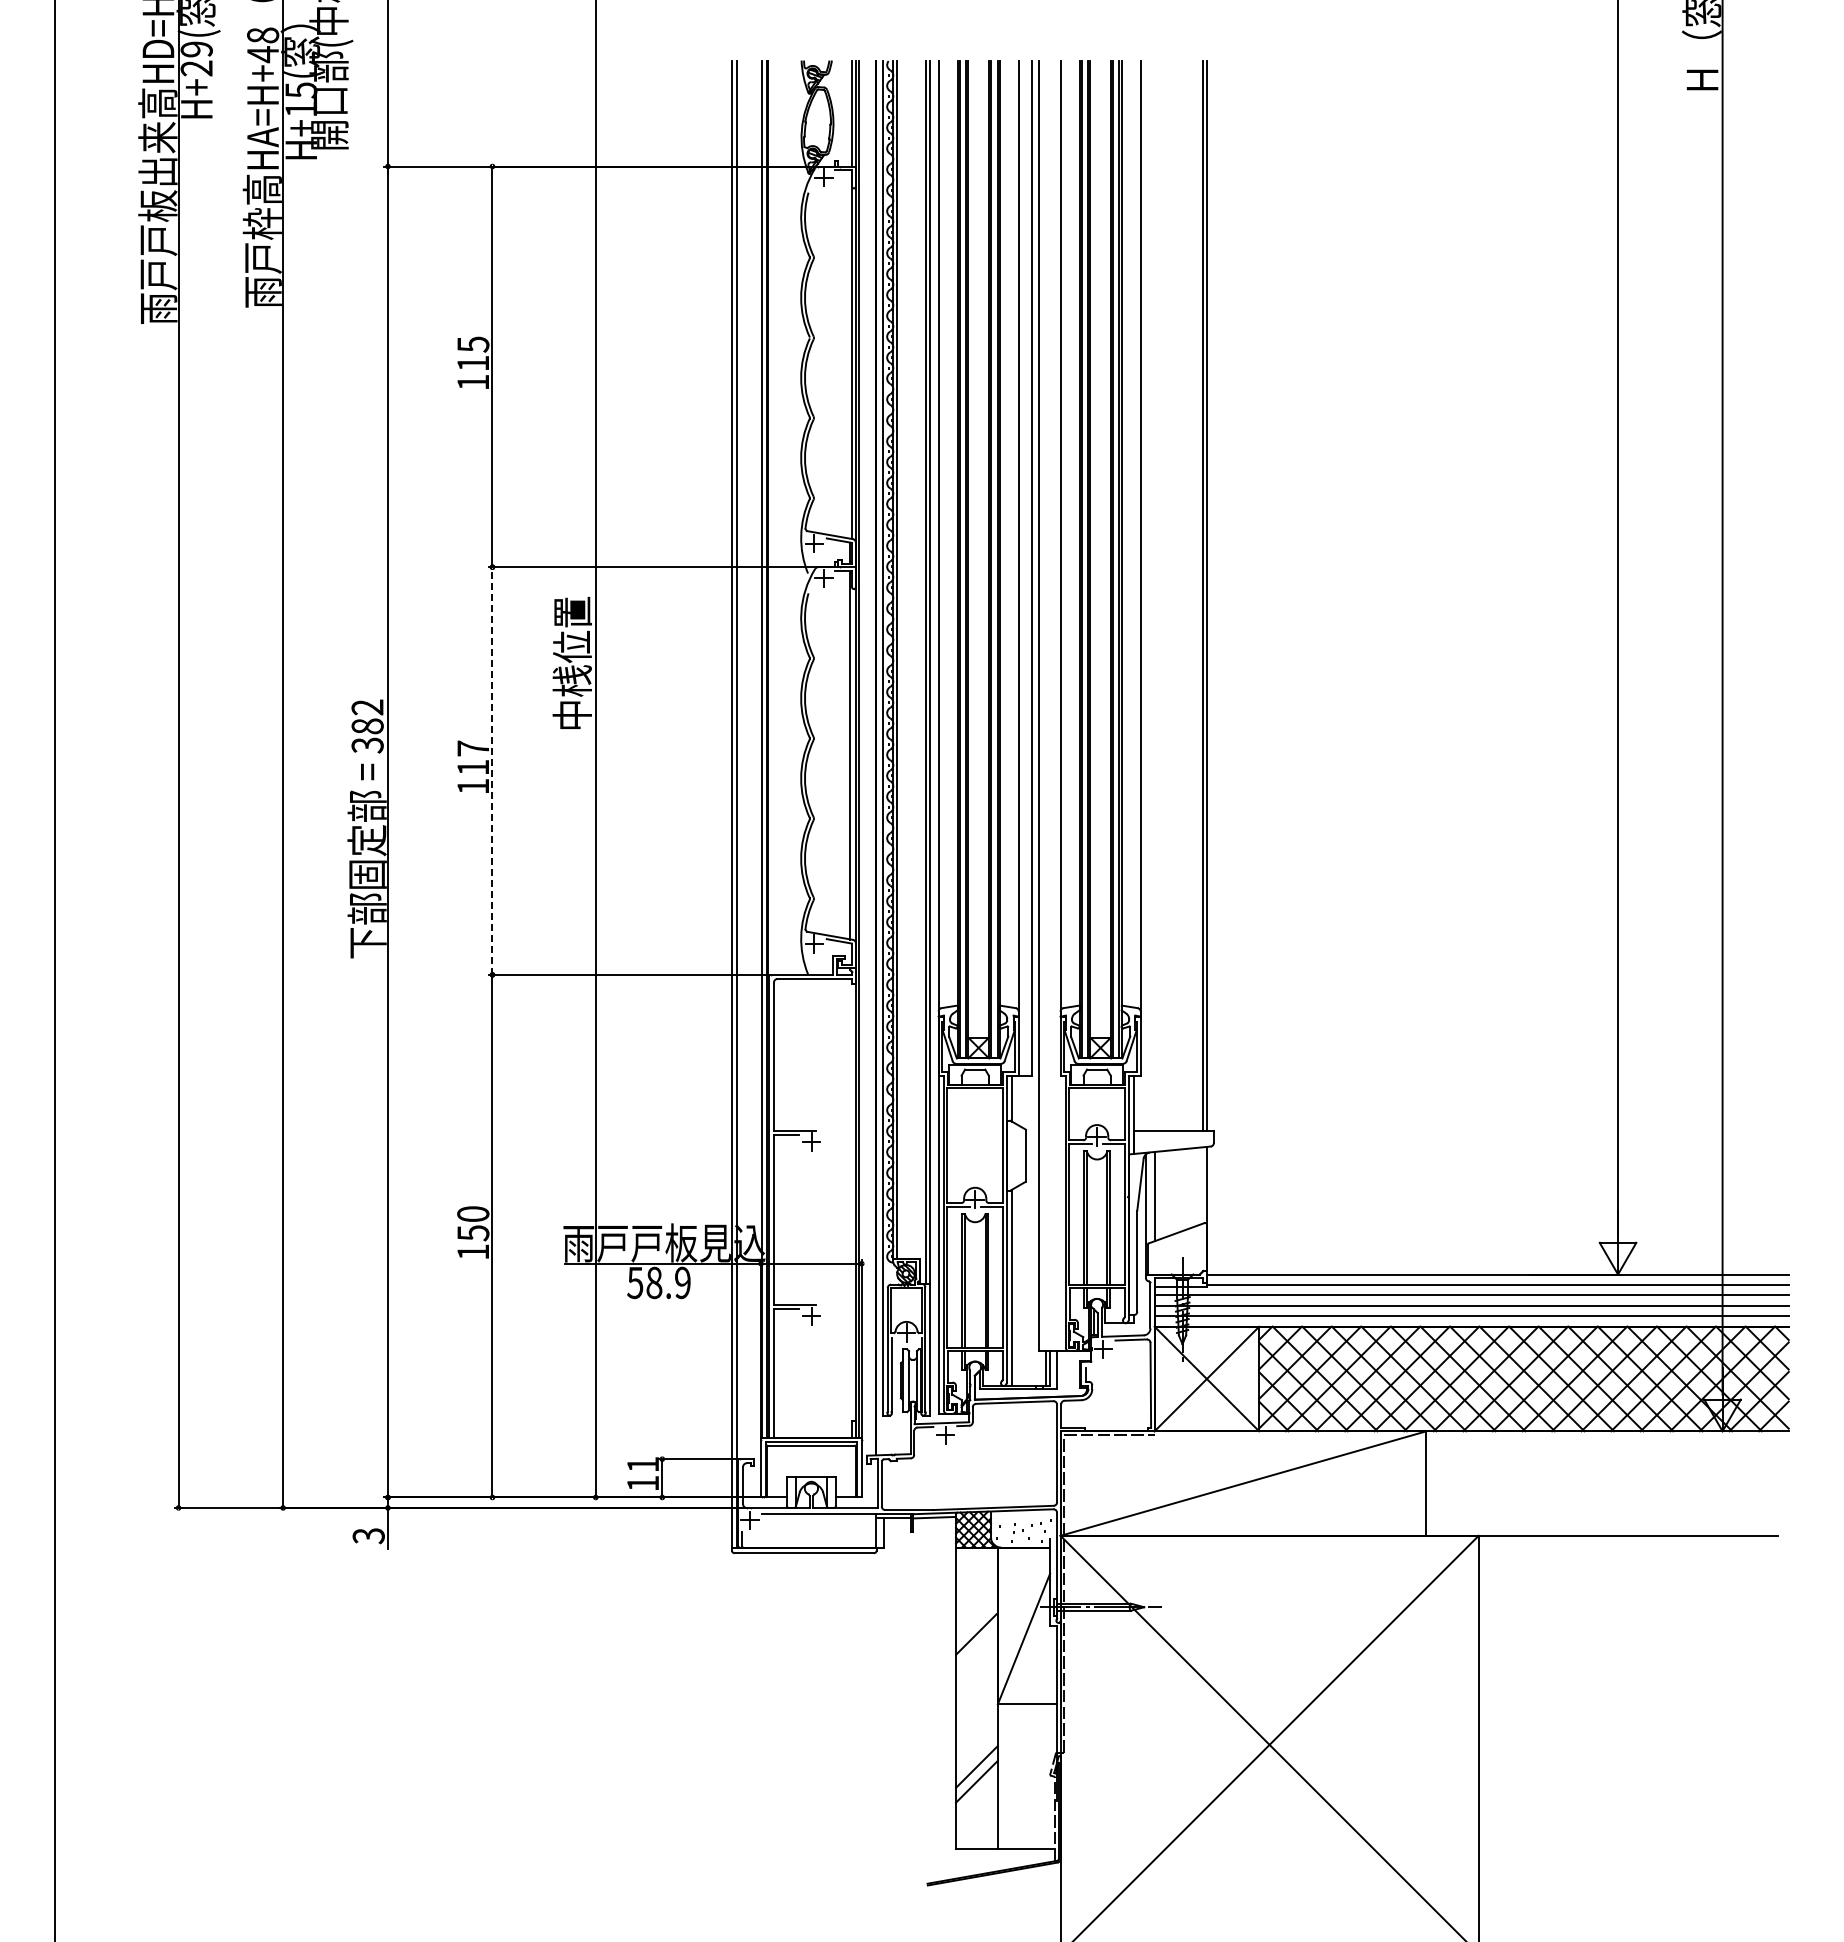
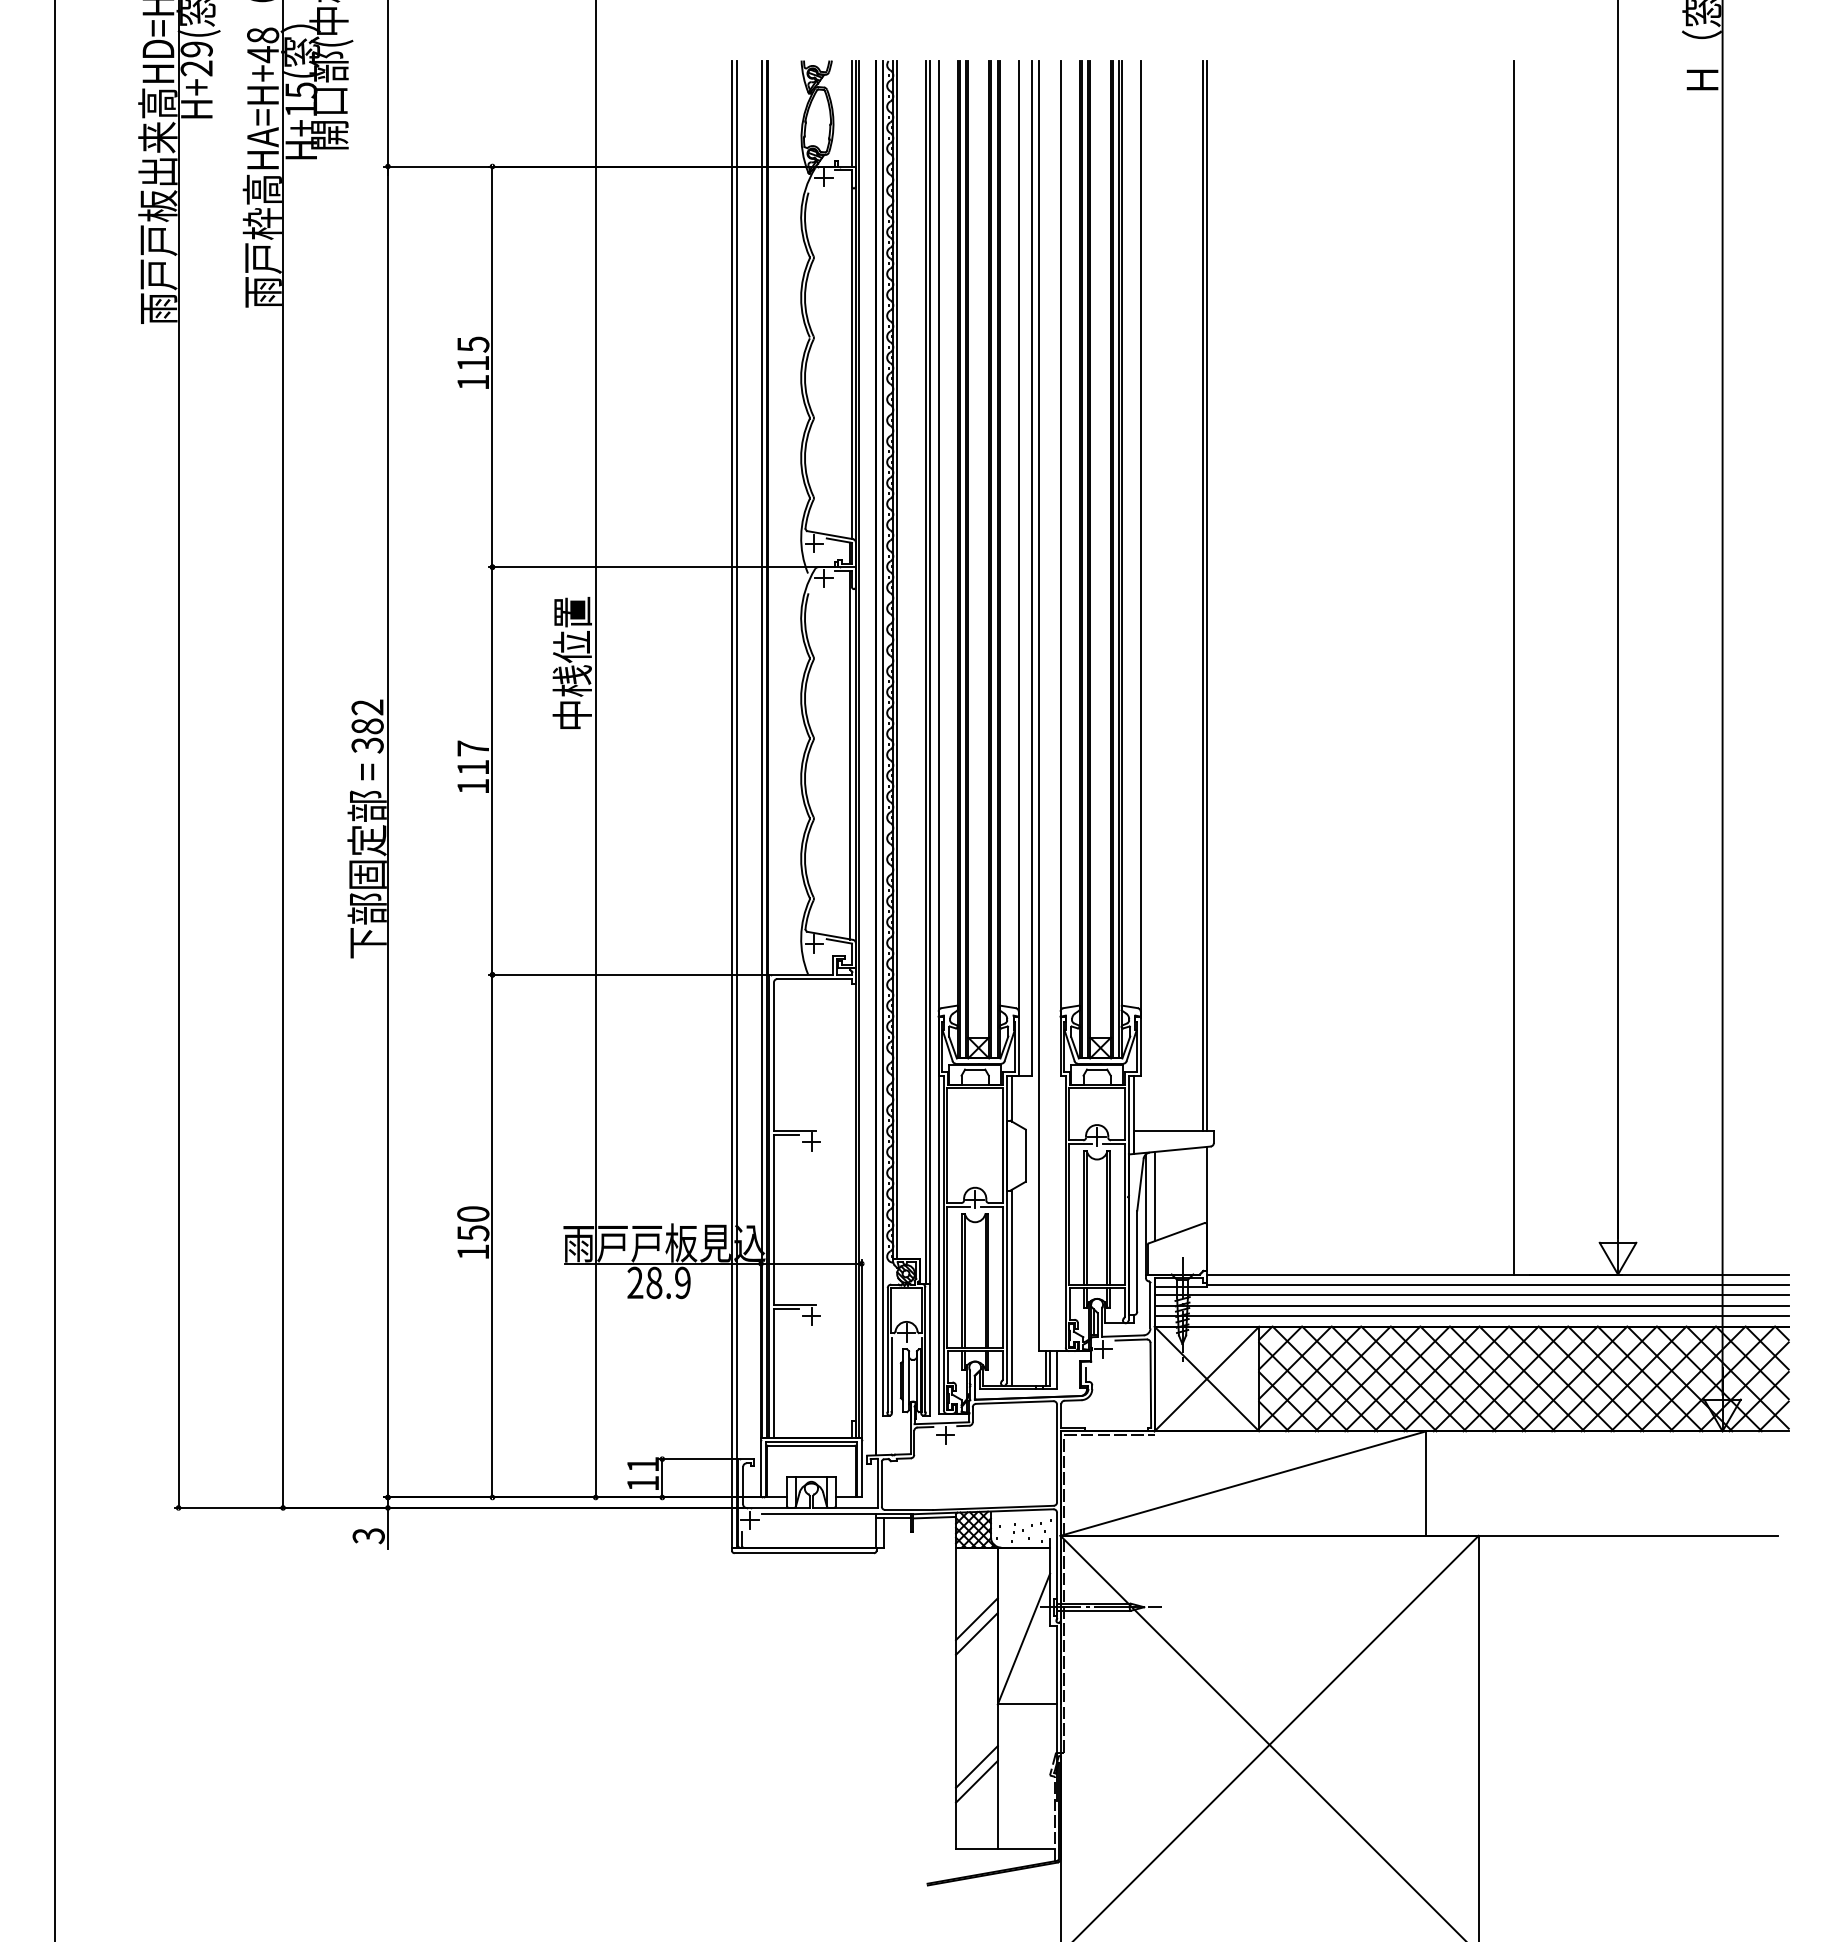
line at (1513, 667): none -> present
line at (492, 771): dashed -> solid
text at (635, 1282): 58.9 -> 28.9
line at (976, 1619): none -> present
